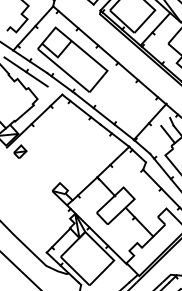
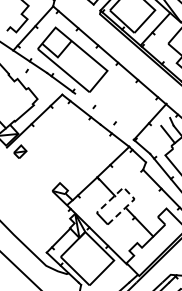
line at (25, 71): present -> none
line at (104, 116): present -> none
line at (128, 192): solid -> dashed
